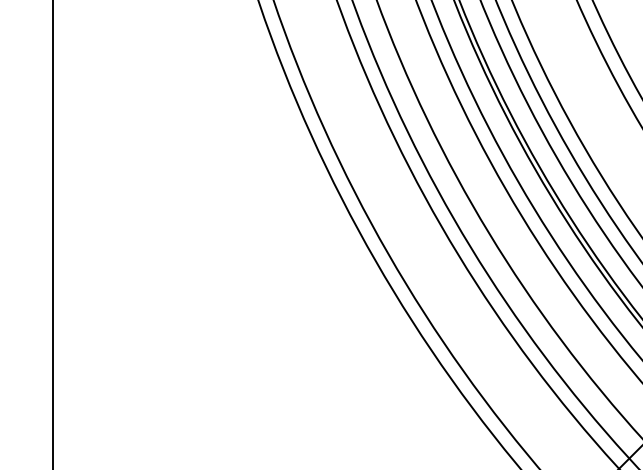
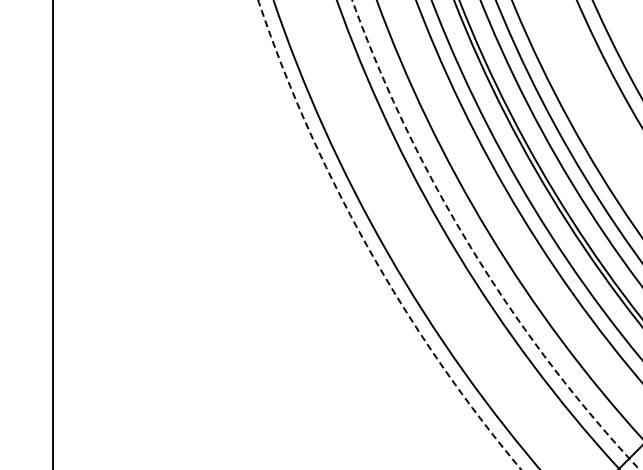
arc at (471, 248): solid -> dashed
arc at (369, 249): solid -> dashed
